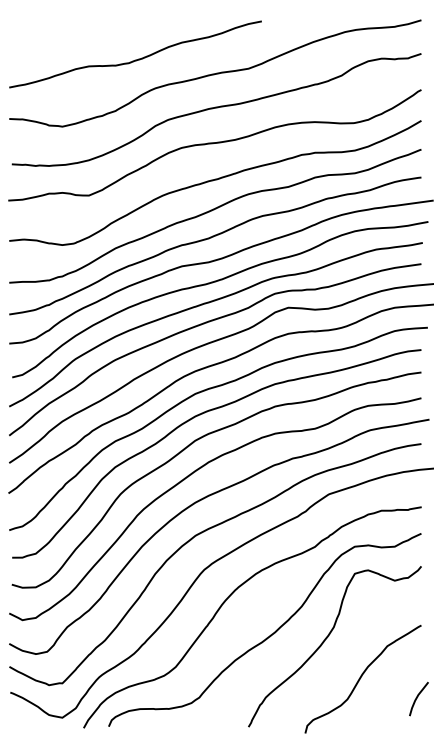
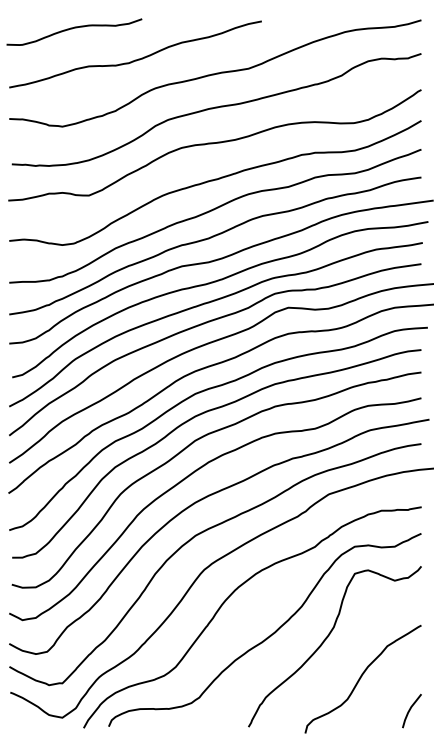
curve at (72, 29): none -> present
curve at (417, 698) position: (417, 698) -> (410, 710)
